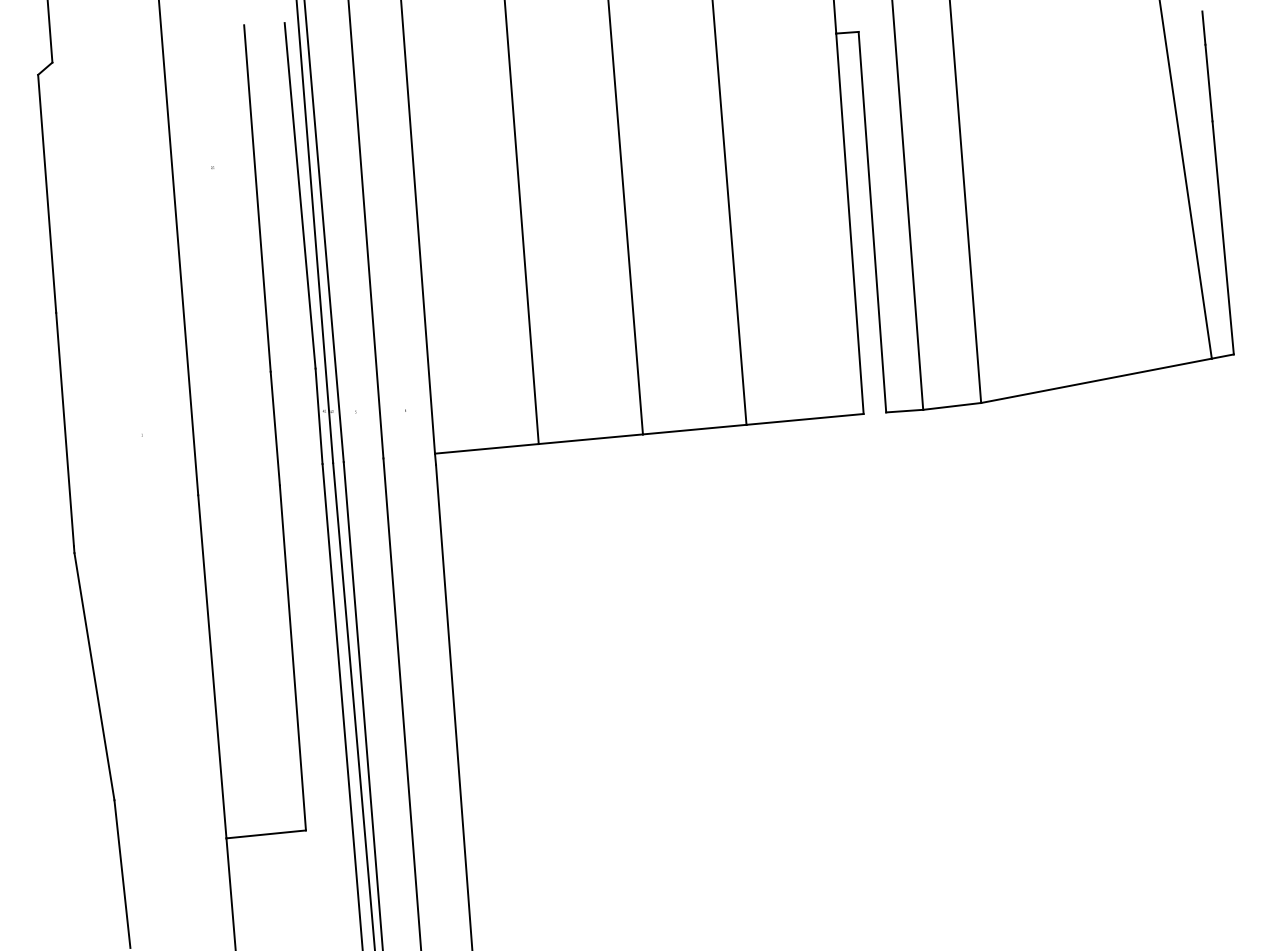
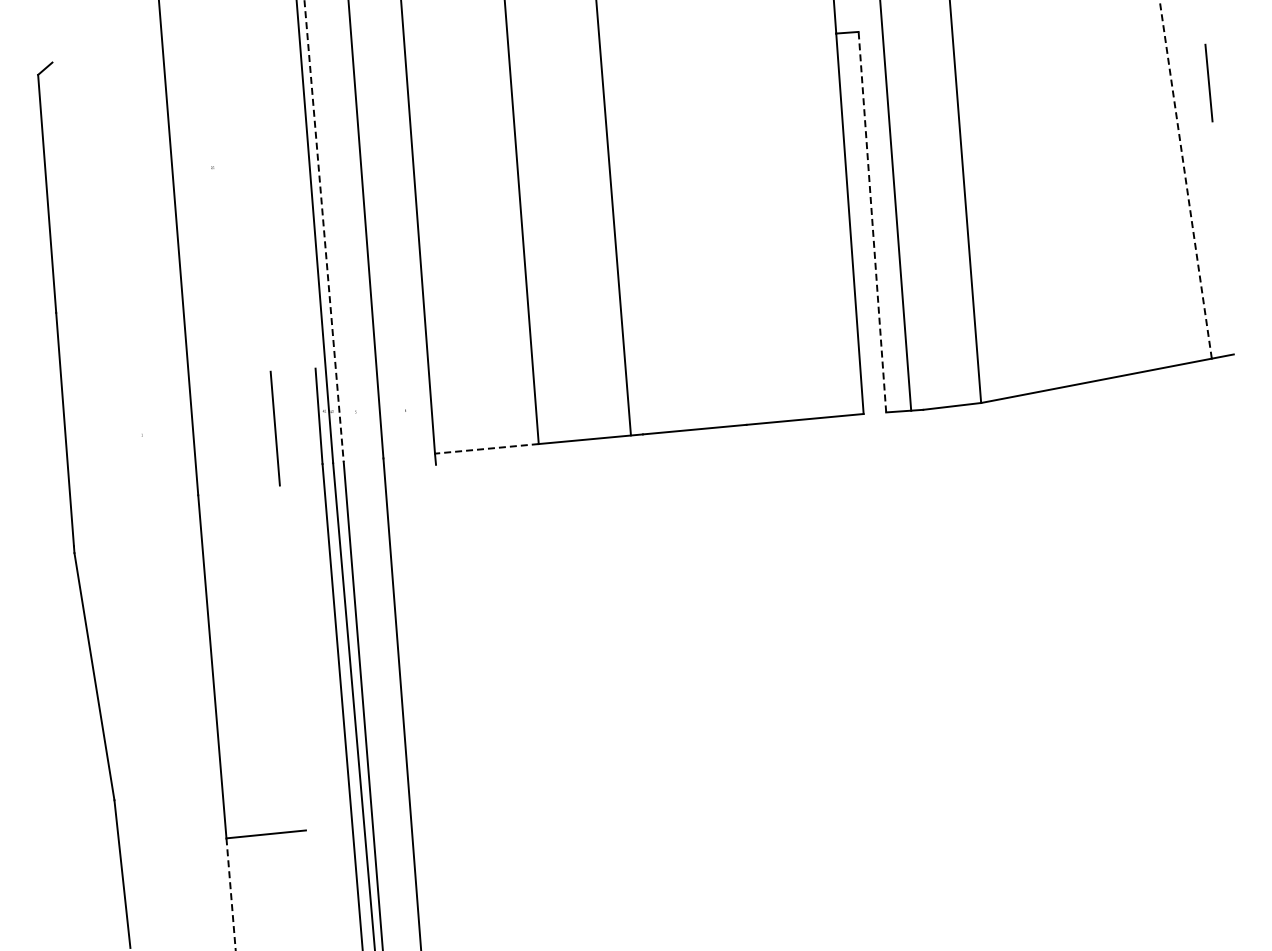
line at (1203, 27): present -> none
line at (49, 32): present -> none
line at (1185, 179): solid -> dashed
line at (299, 195): present -> none
line at (257, 198): present -> none
line at (907, 205) position: (907, 205) -> (895, 206)
line at (729, 213): present -> none
line at (625, 218) position: (625, 218) -> (613, 218)
line at (872, 222): solid -> dashed
line at (324, 232): solid -> dashed
line at (1222, 237): present -> none
line at (486, 448): solid -> dashed
line at (292, 657): present -> none
line at (454, 705): present -> none
line at (231, 894): solid -> dashed
